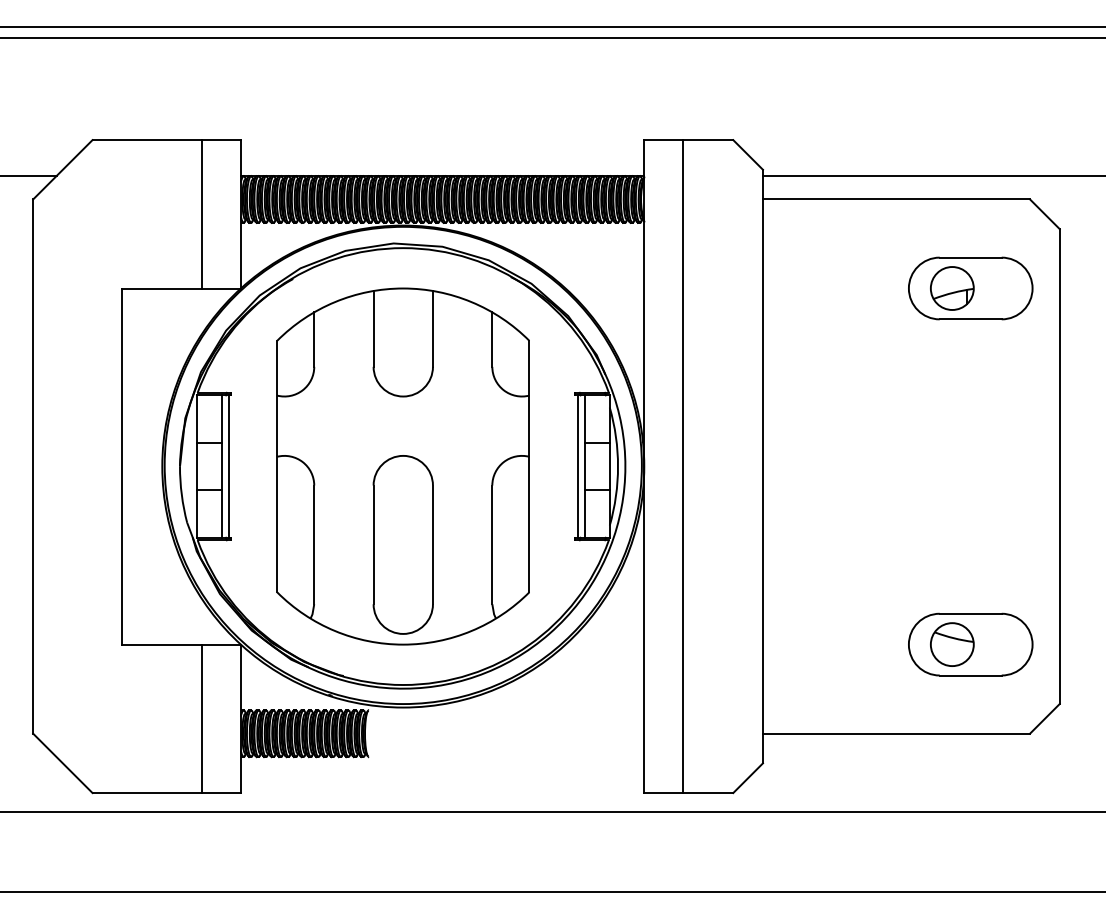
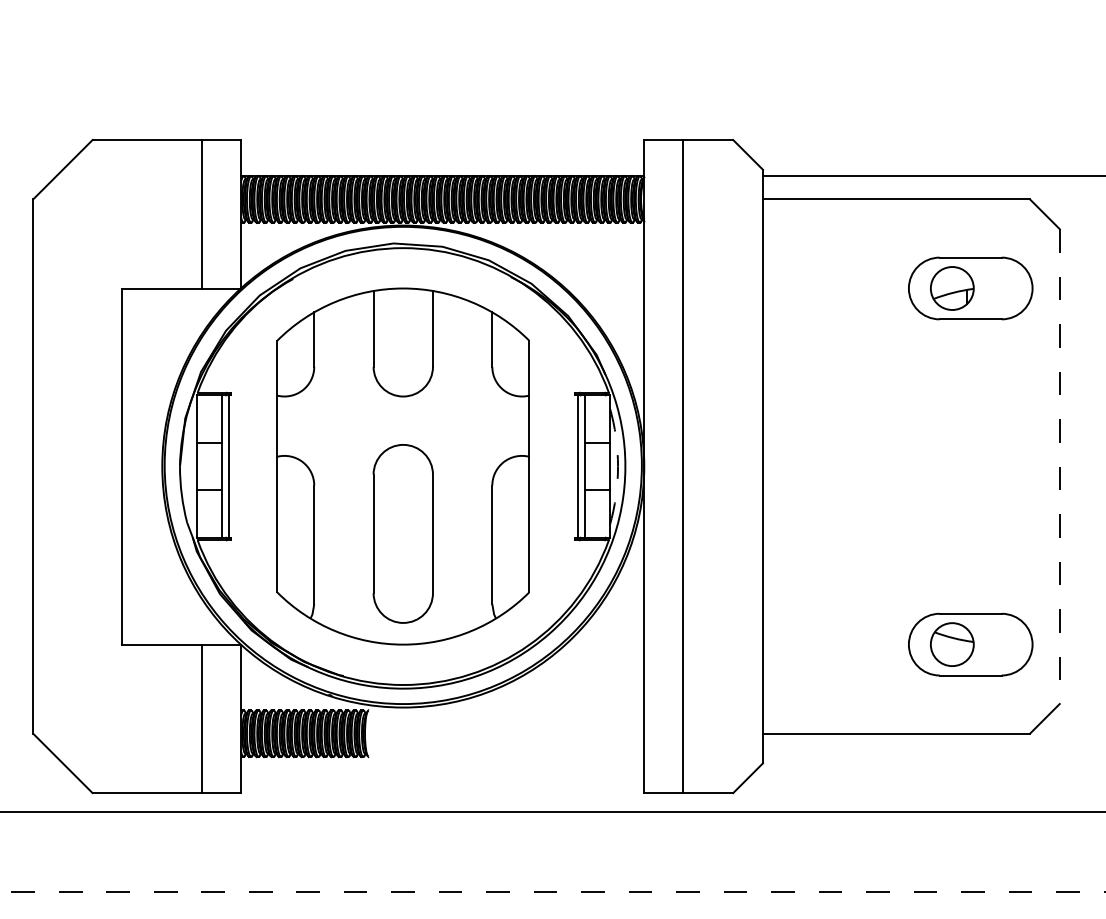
line at (552, 27): present -> none
line at (552, 38): present -> none
line at (29, 175): present -> none
arc at (618, 466): solid -> dashed
line at (1059, 467): solid -> dashed
part at (402, 544) position: (402, 544) -> (402, 533)
line at (552, 891): solid -> dashed
